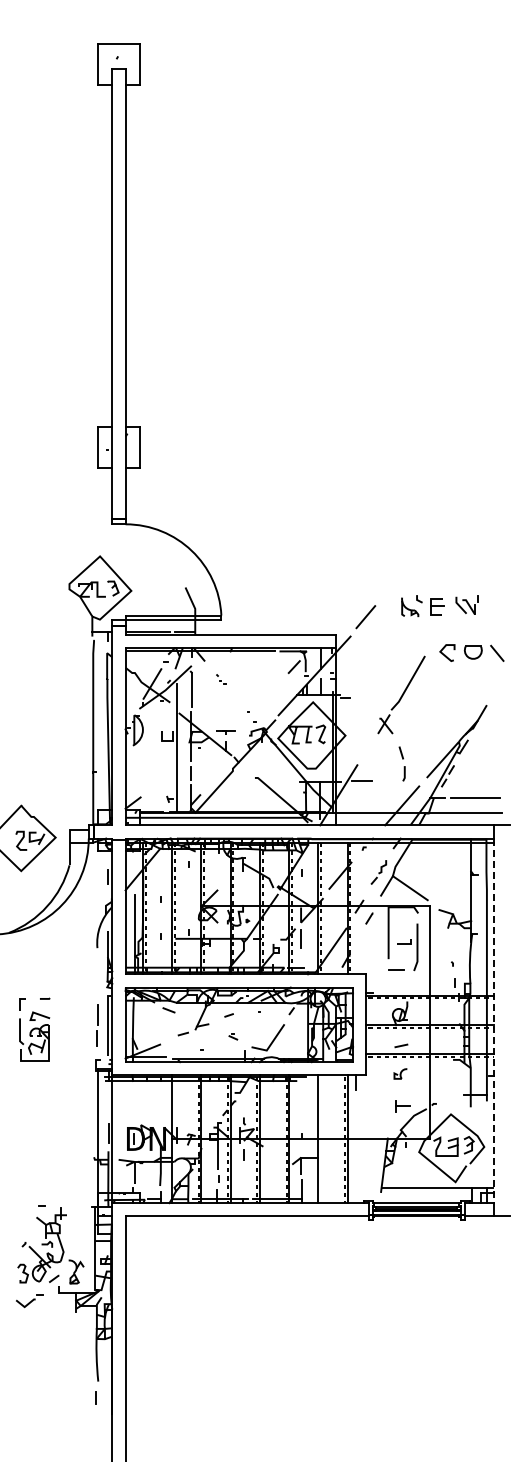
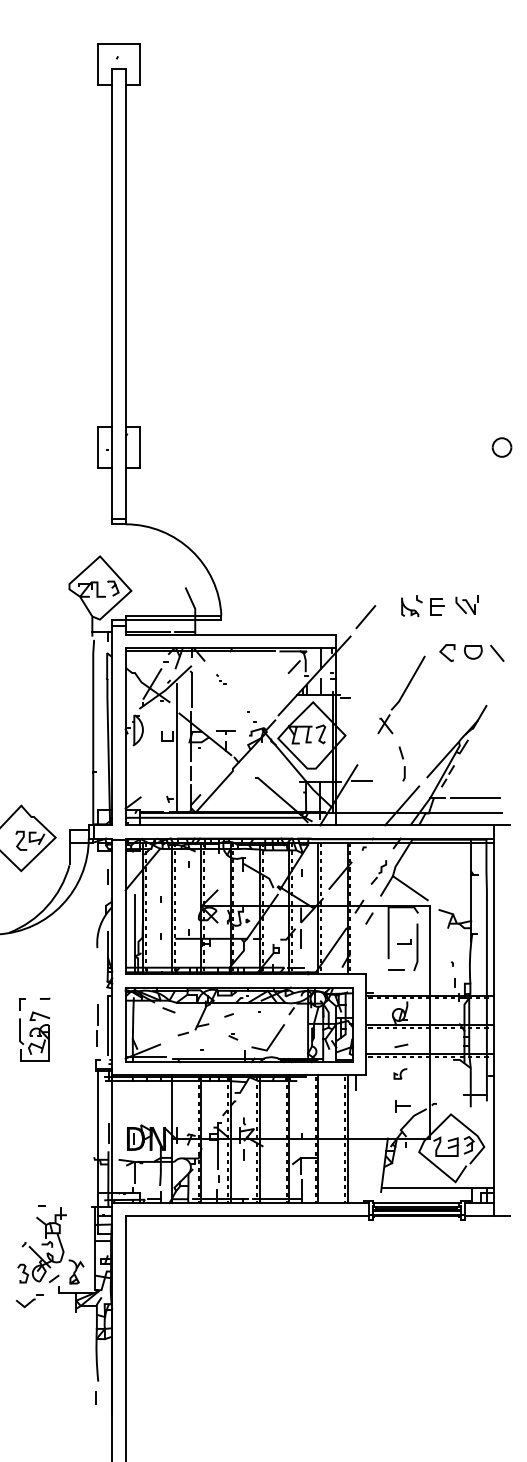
part at (501, 447): none -> present
line at (494, 1021): dashed -> solid
line at (315, 1139): none -> present
